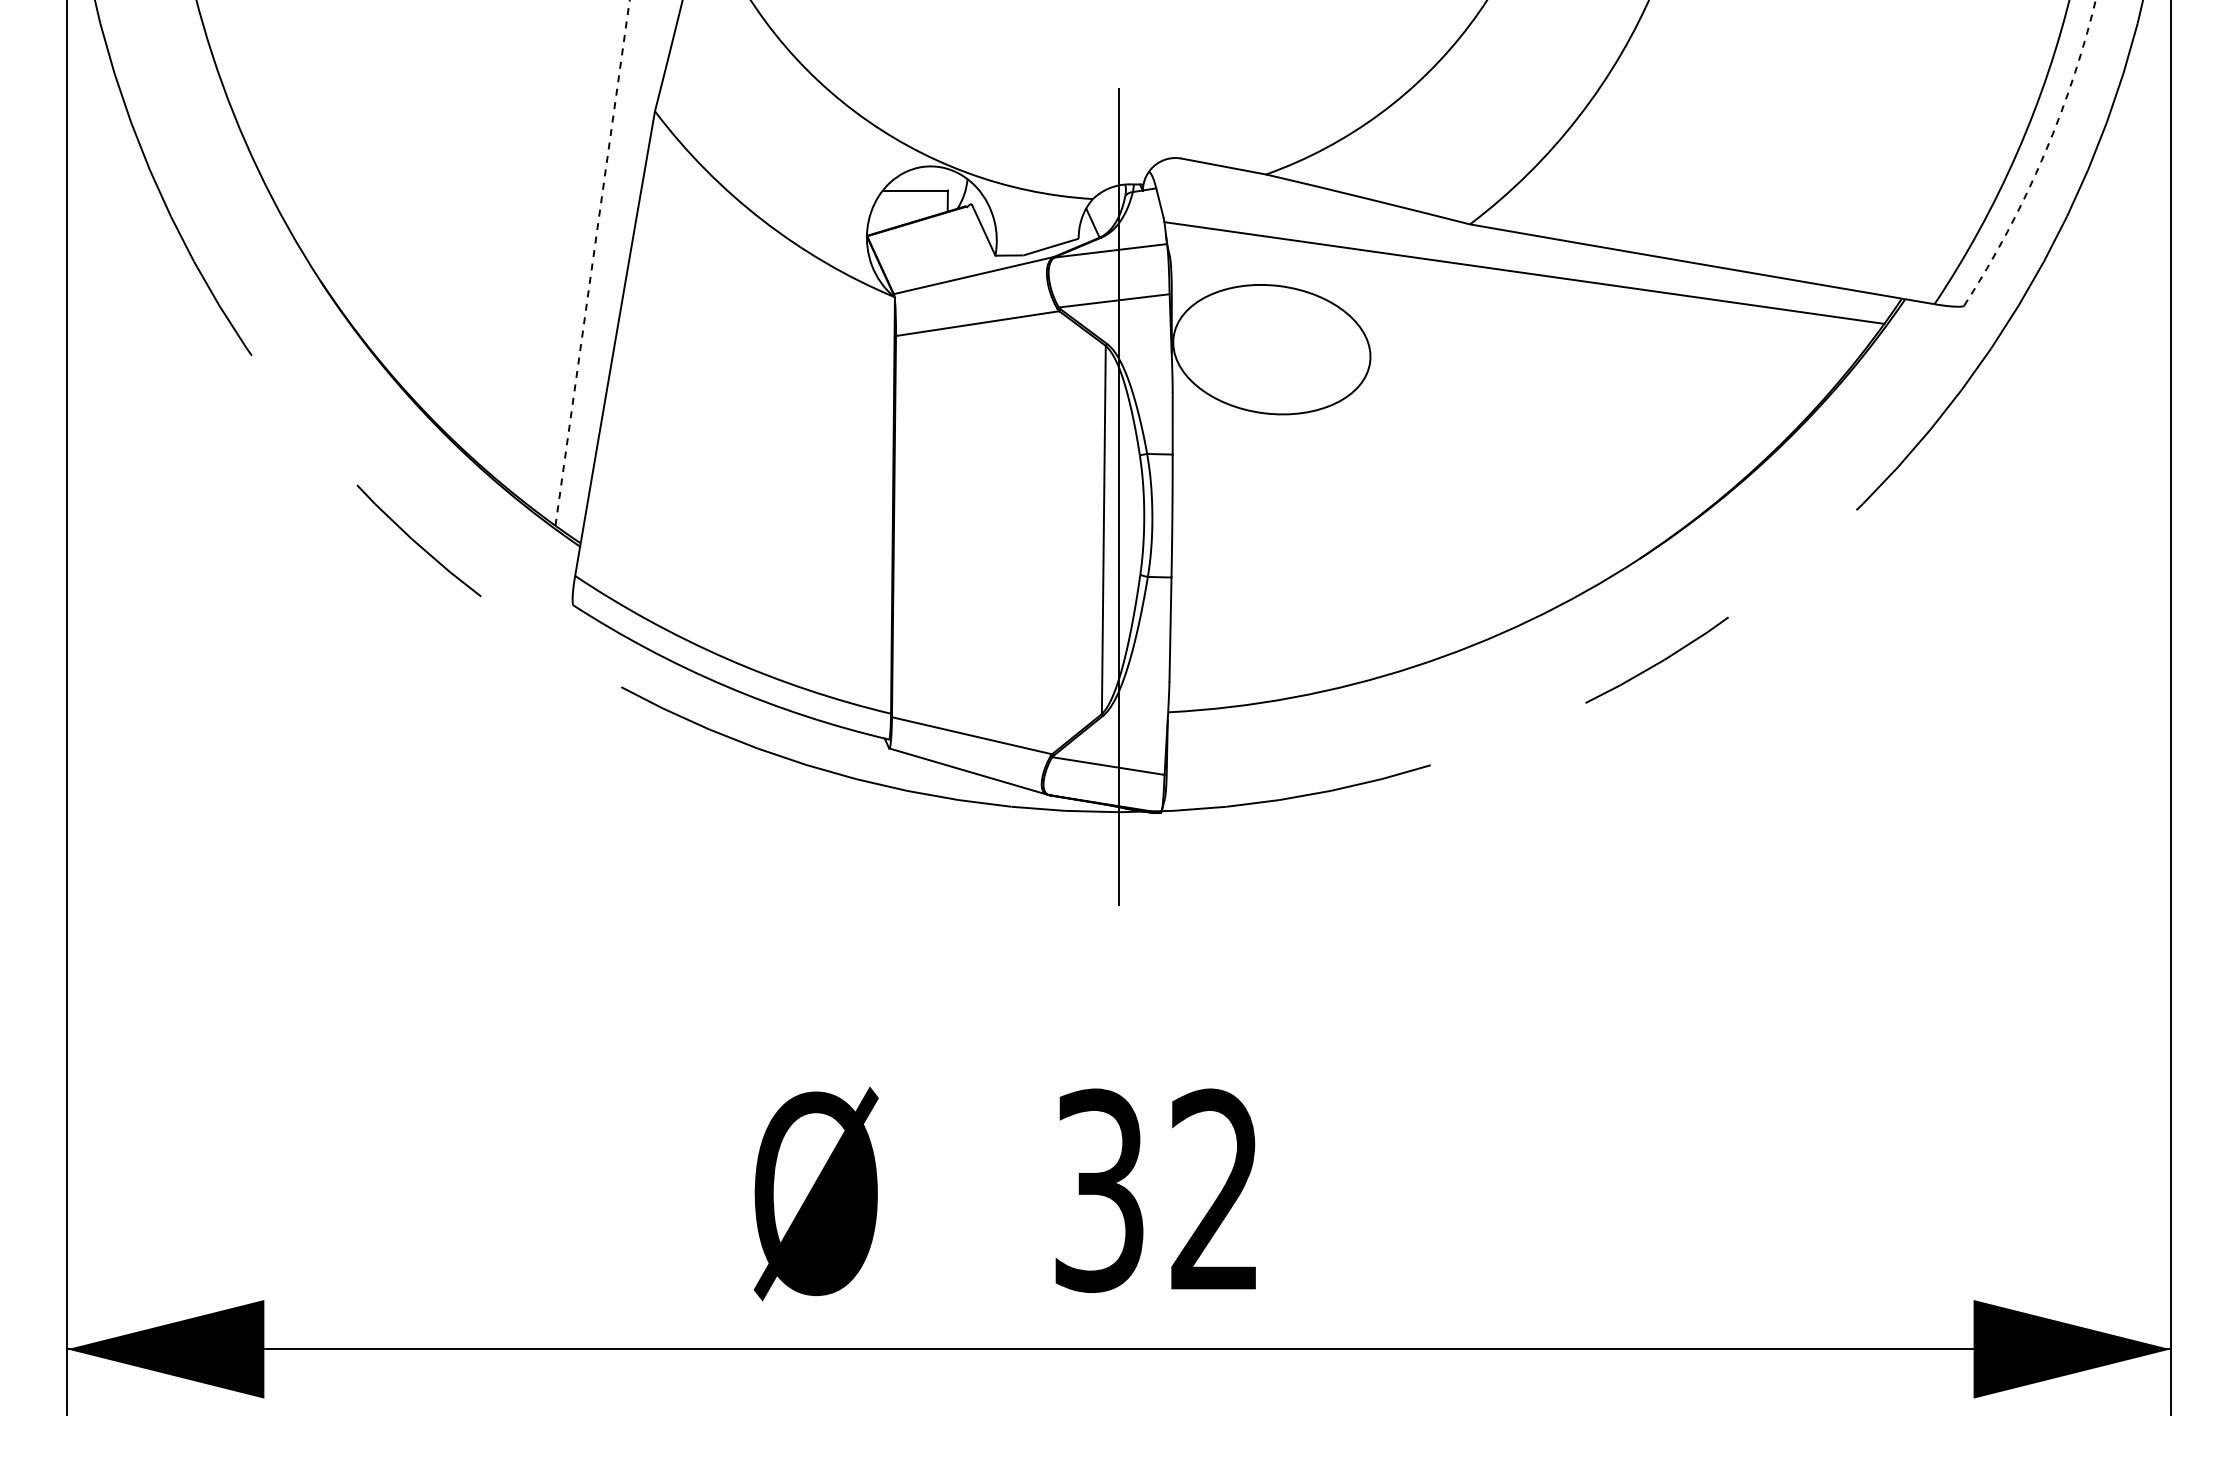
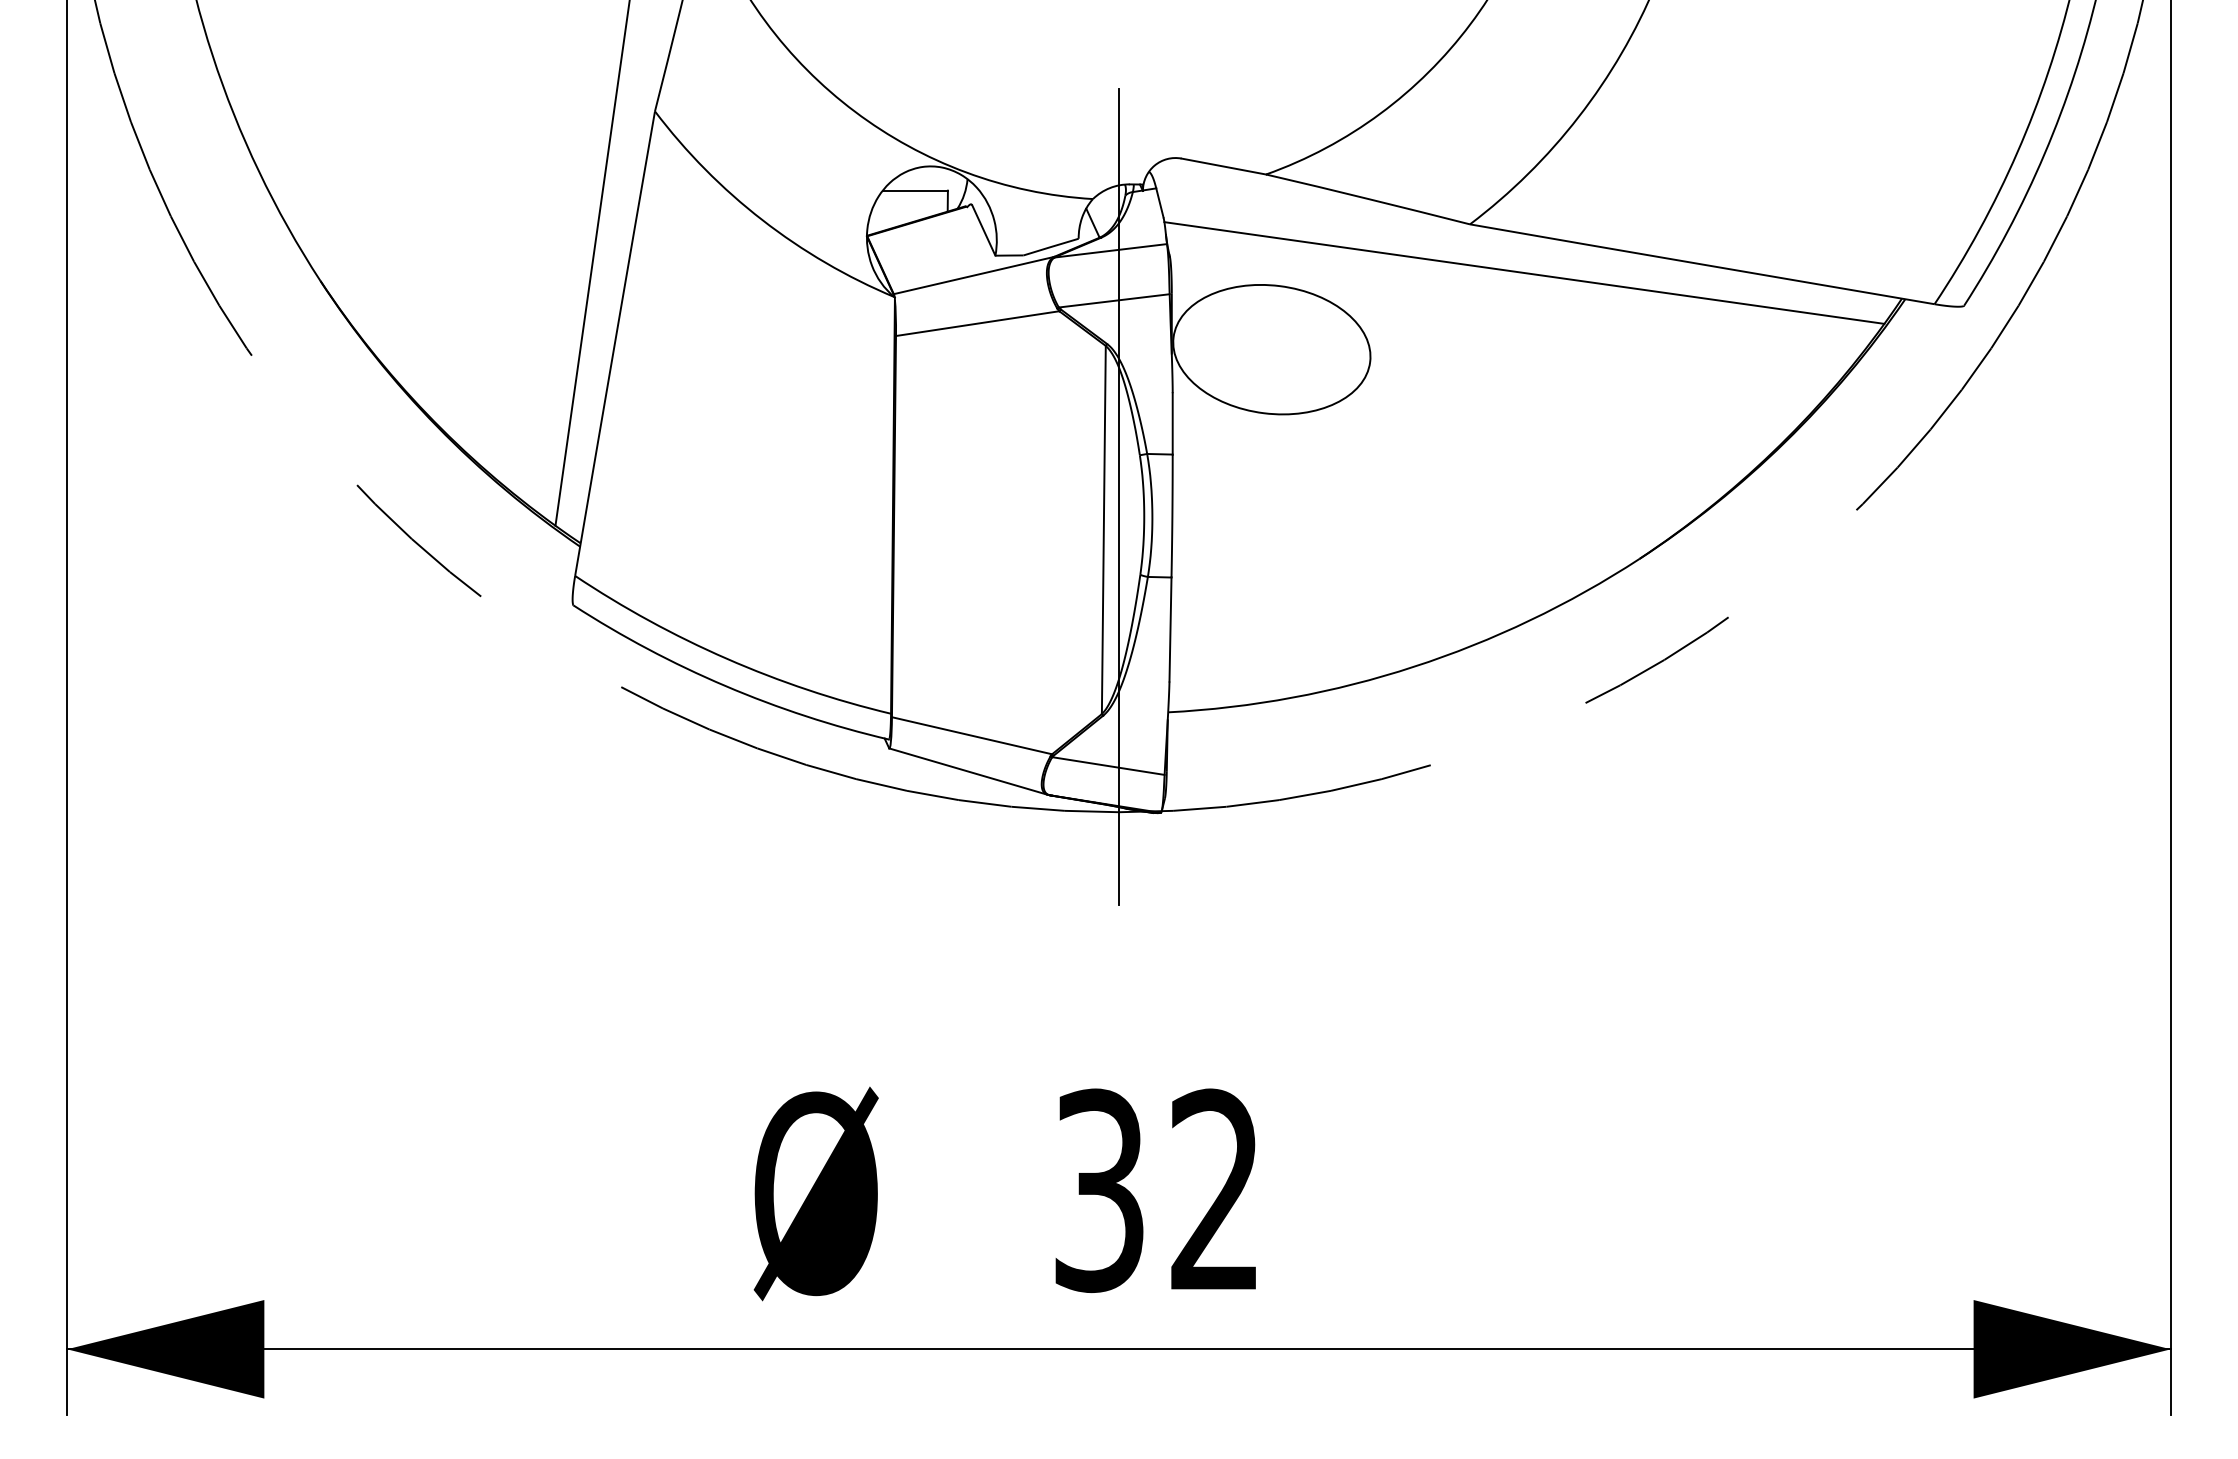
arc at (2042, 158): dashed -> solid
line at (592, 262): dashed -> solid
